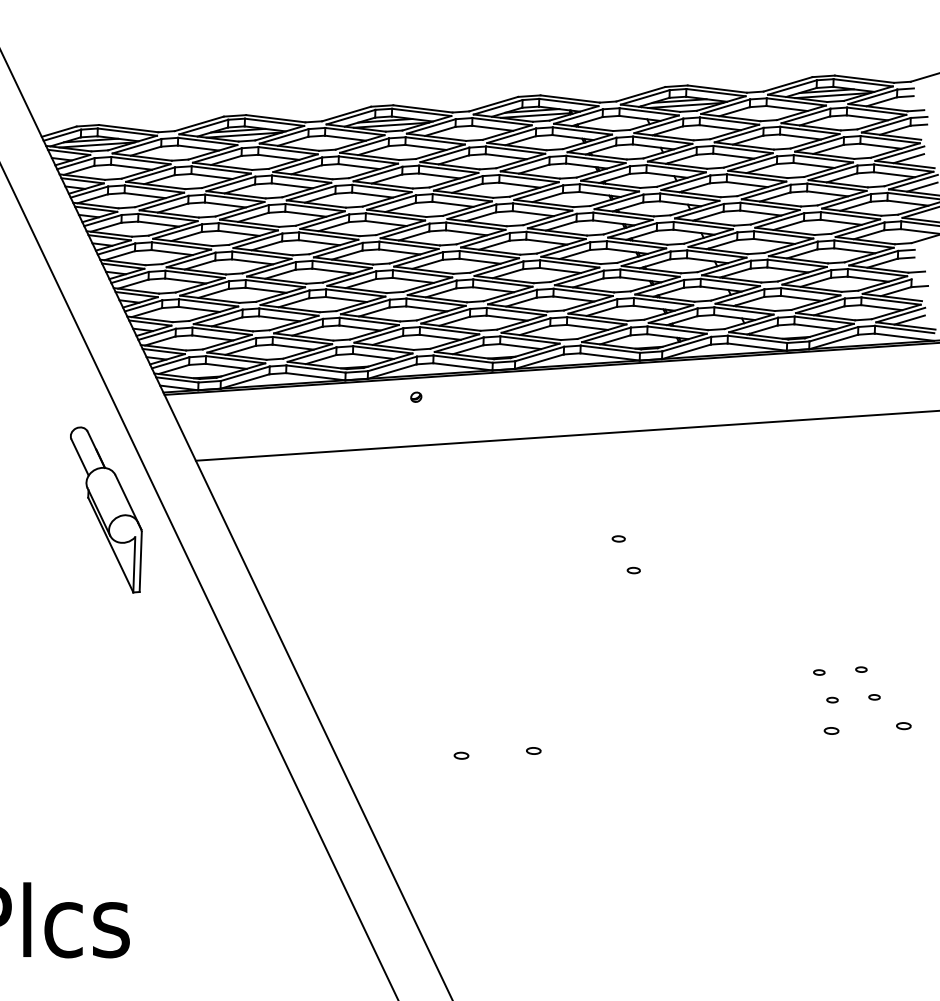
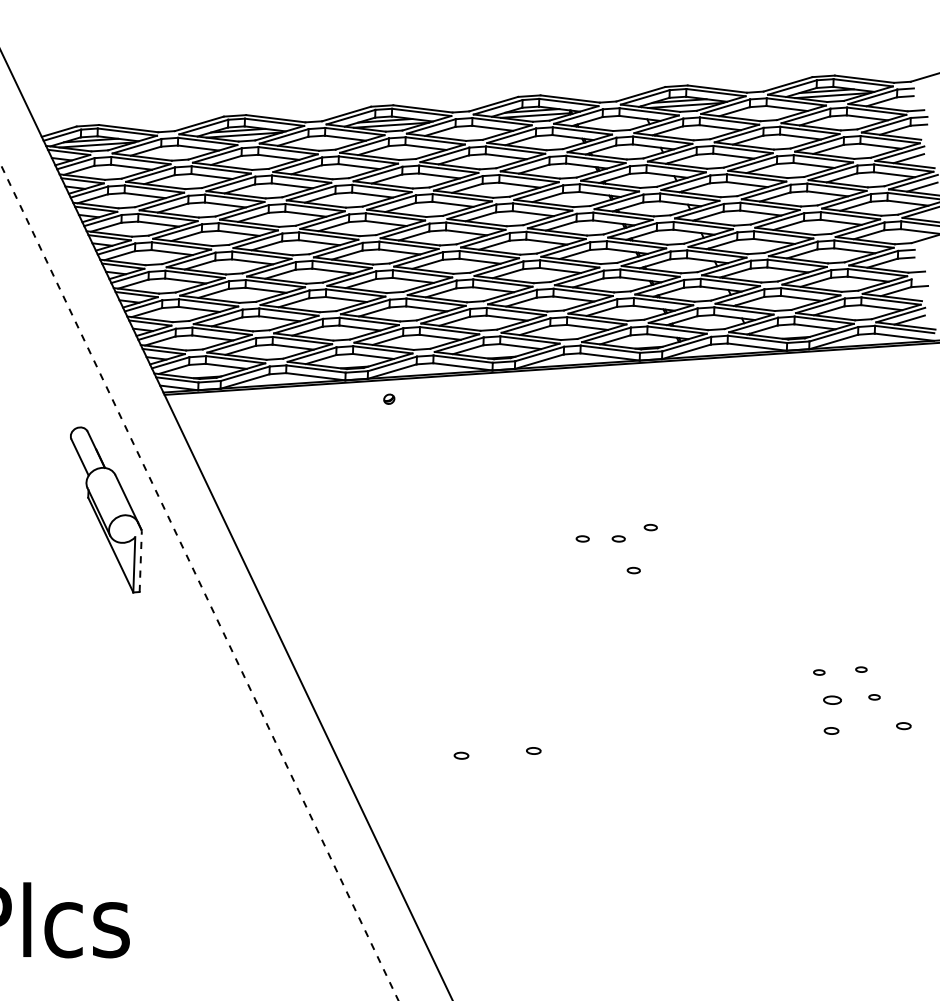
part at (416, 396) position: (416, 396) -> (389, 398)
line at (565, 435): present -> none
part at (650, 527): none -> present
part at (582, 538): none -> present
line at (140, 561): solid -> dashed
line at (199, 581): solid -> dashed
part at (832, 699) size: 13x8 px -> 19x10 px
